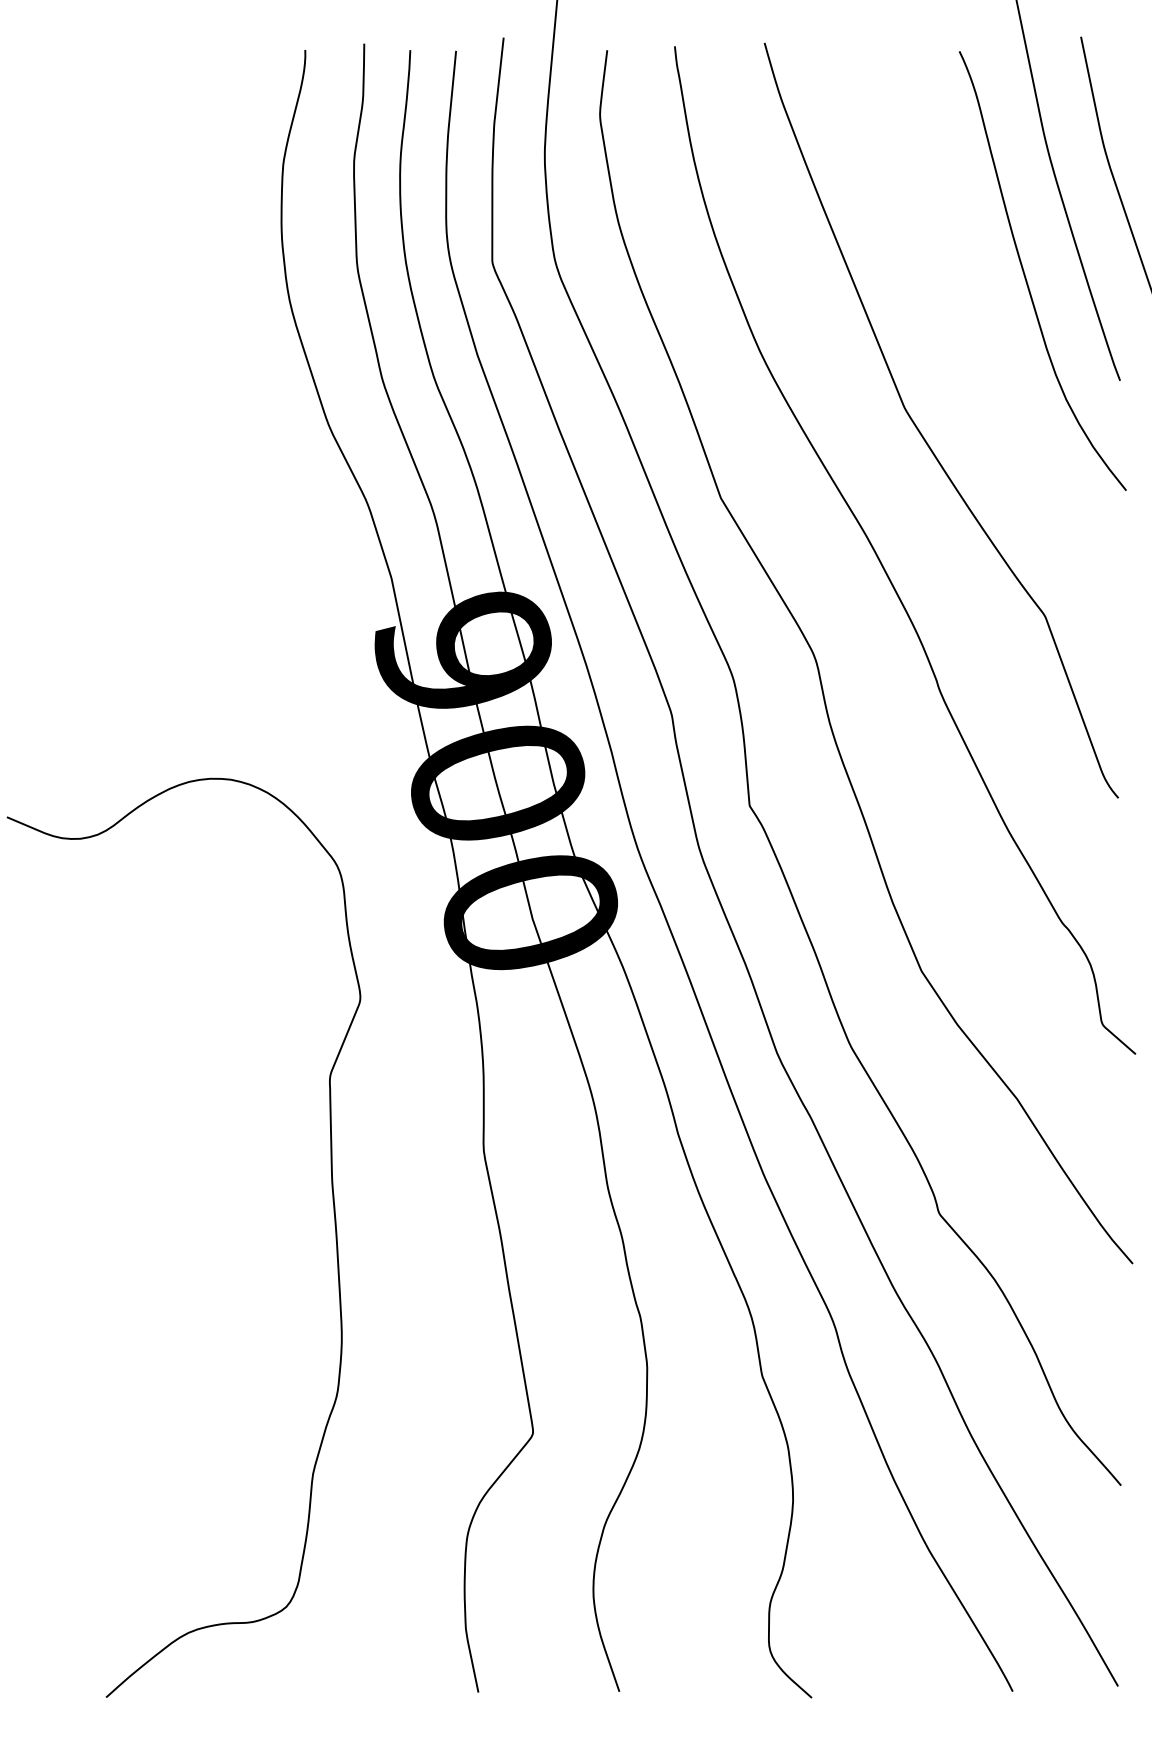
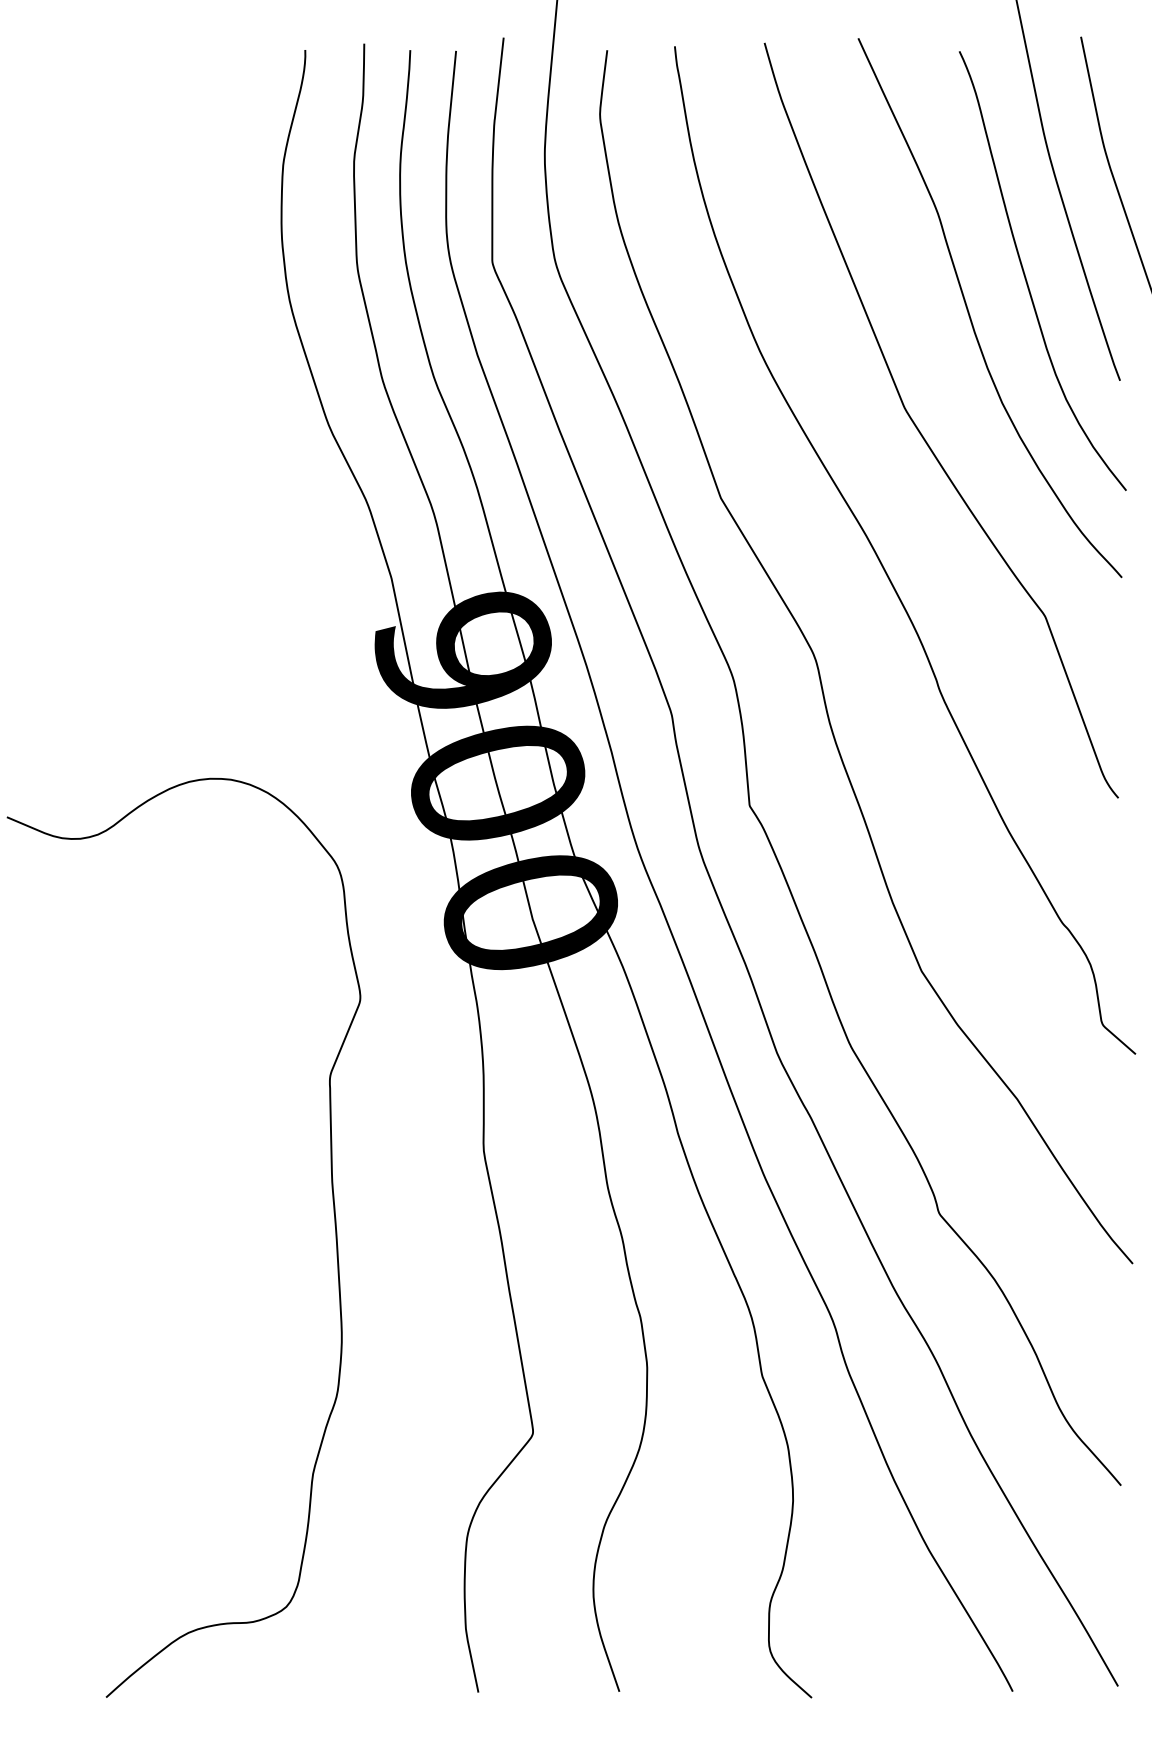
curve at (969, 311): none -> present
